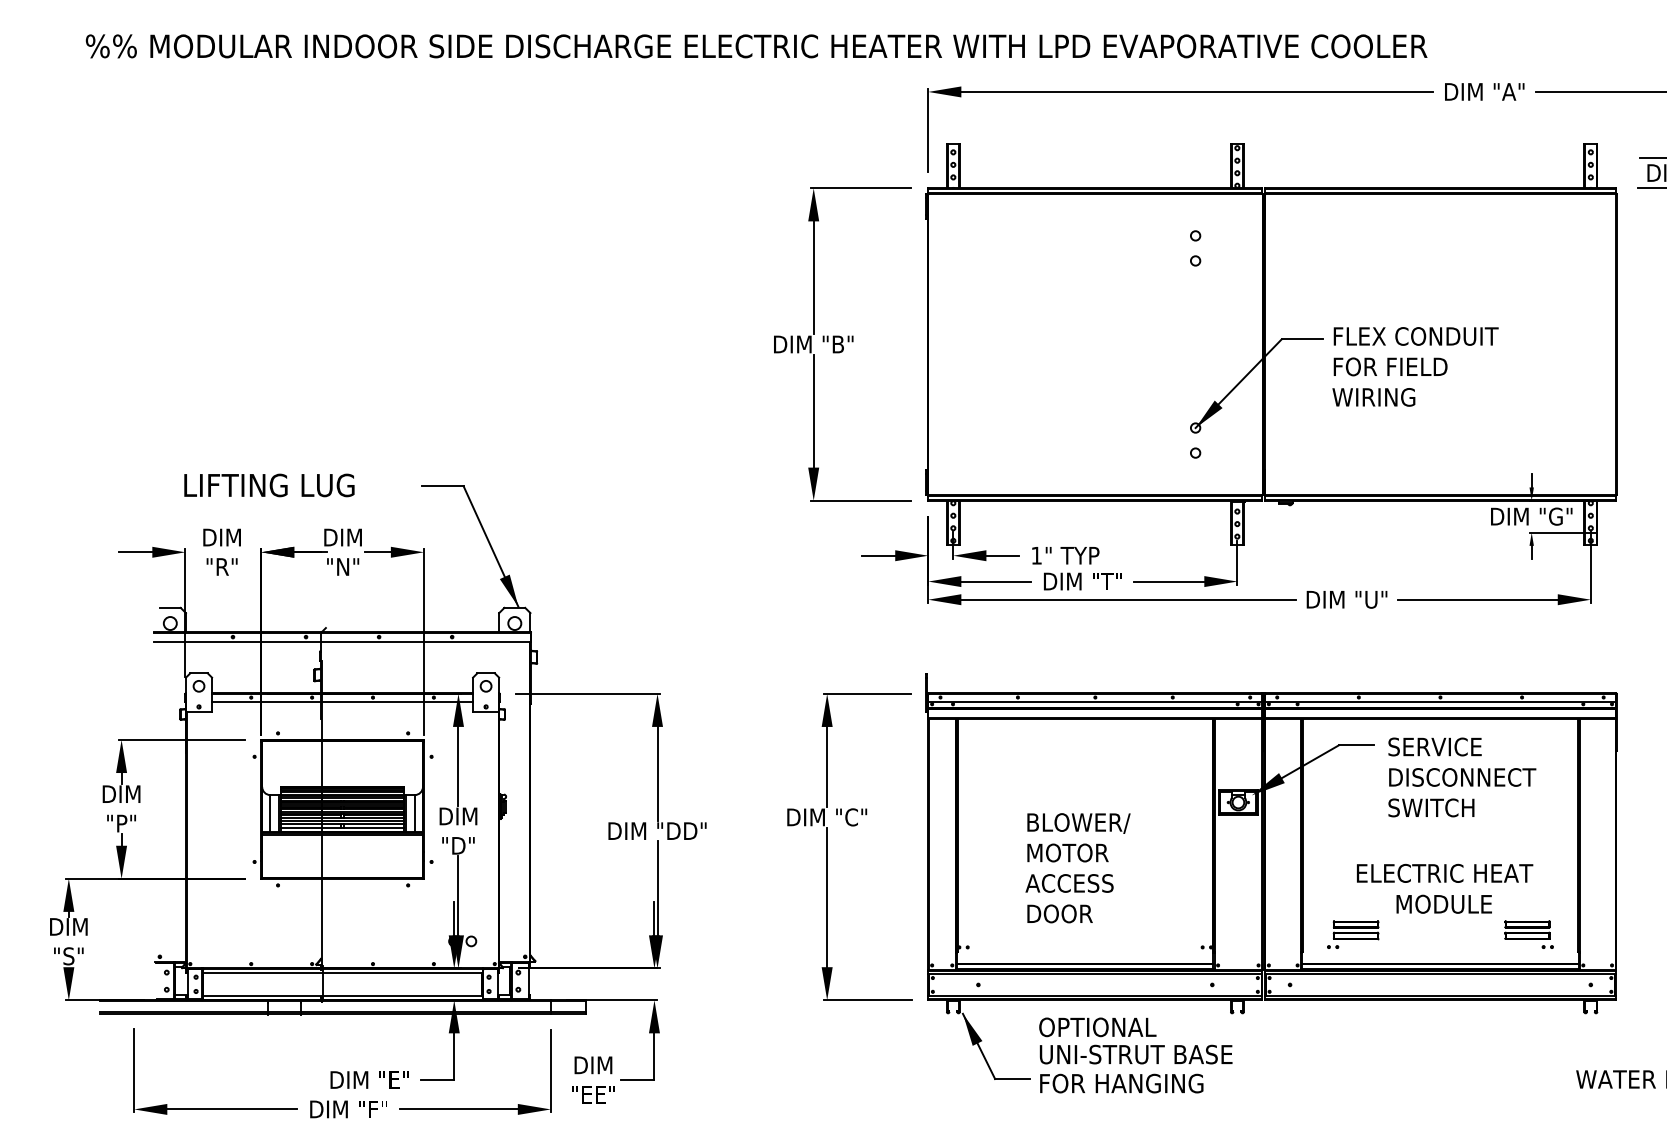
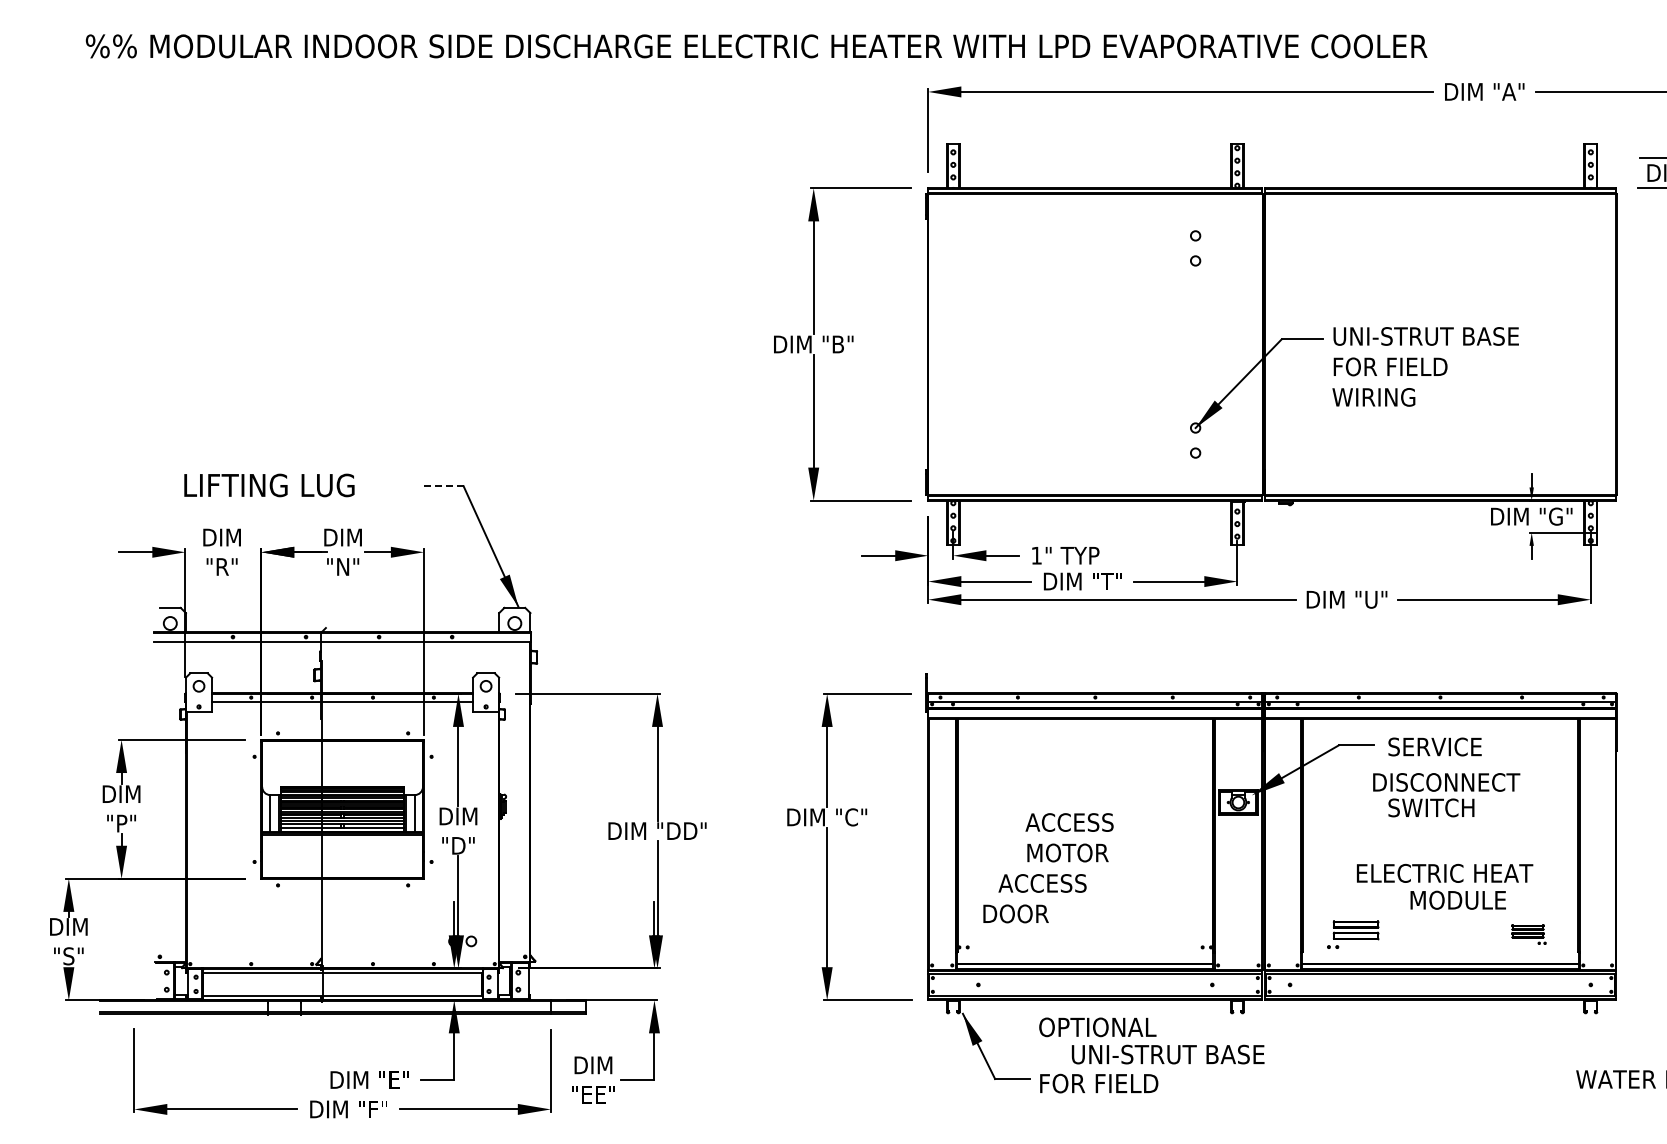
text at (1425, 336): FLEX CONDUIT -> UNI-STRUT BASE
line at (442, 486): solid -> dashed
text at (1462, 777) position: (1462, 777) -> (1446, 782)
text at (1077, 823): BLOWER/ -> ACCESS
text at (1069, 883) position: (1069, 883) -> (1042, 883)
text at (1443, 903) position: (1443, 903) -> (1457, 899)
text at (1059, 913) position: (1059, 913) -> (1015, 913)
part at (1528, 934) size: 50x29 px -> 36x21 px
text at (1135, 1054) position: (1135, 1054) -> (1167, 1054)
text at (1150, 1083): FOR HANGING -> FOR FIELD
